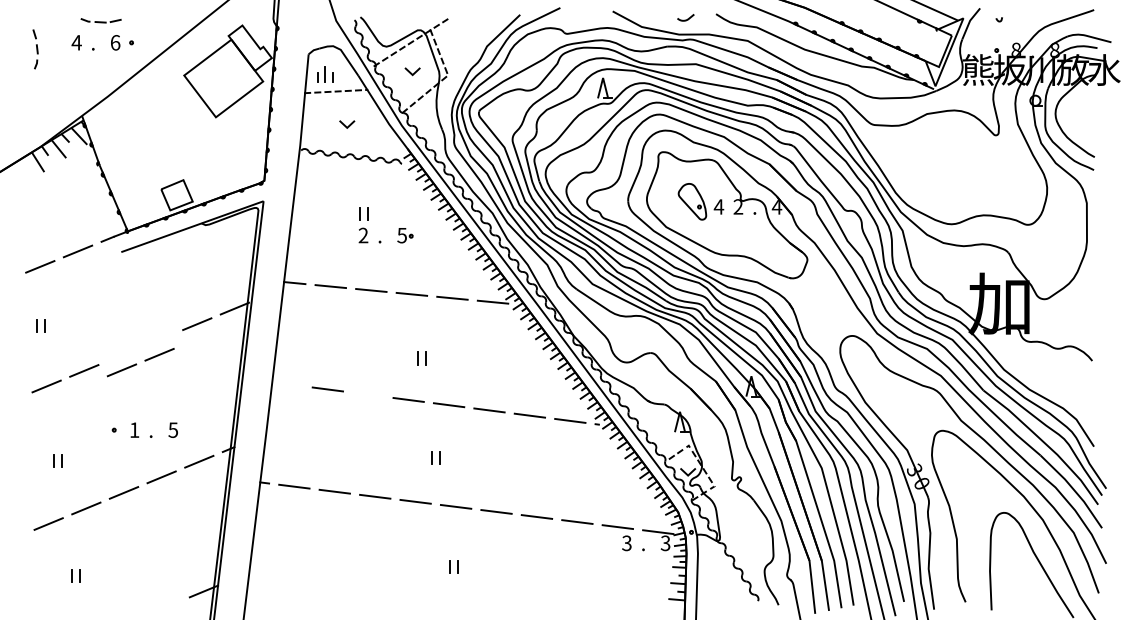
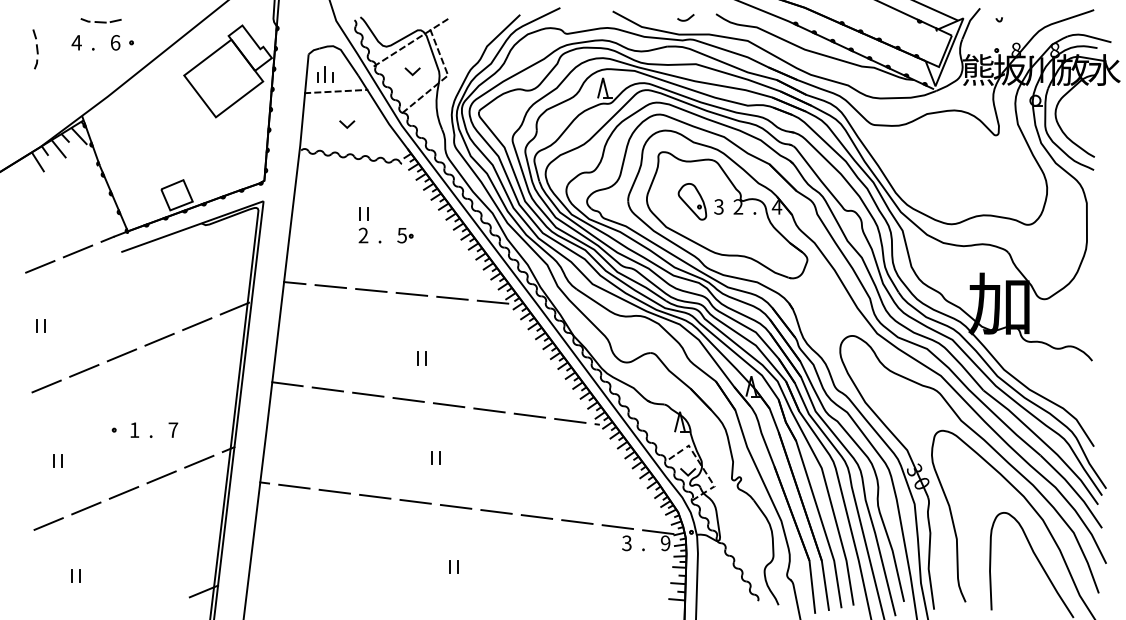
text at (718, 206): 4 -> 3
line at (137, 364) position: (137, 364) -> (137, 349)
line at (287, 384): none -> present
line at (368, 394): none -> present
text at (173, 429): 5 -> 7
text at (665, 543): 3 -> 9
